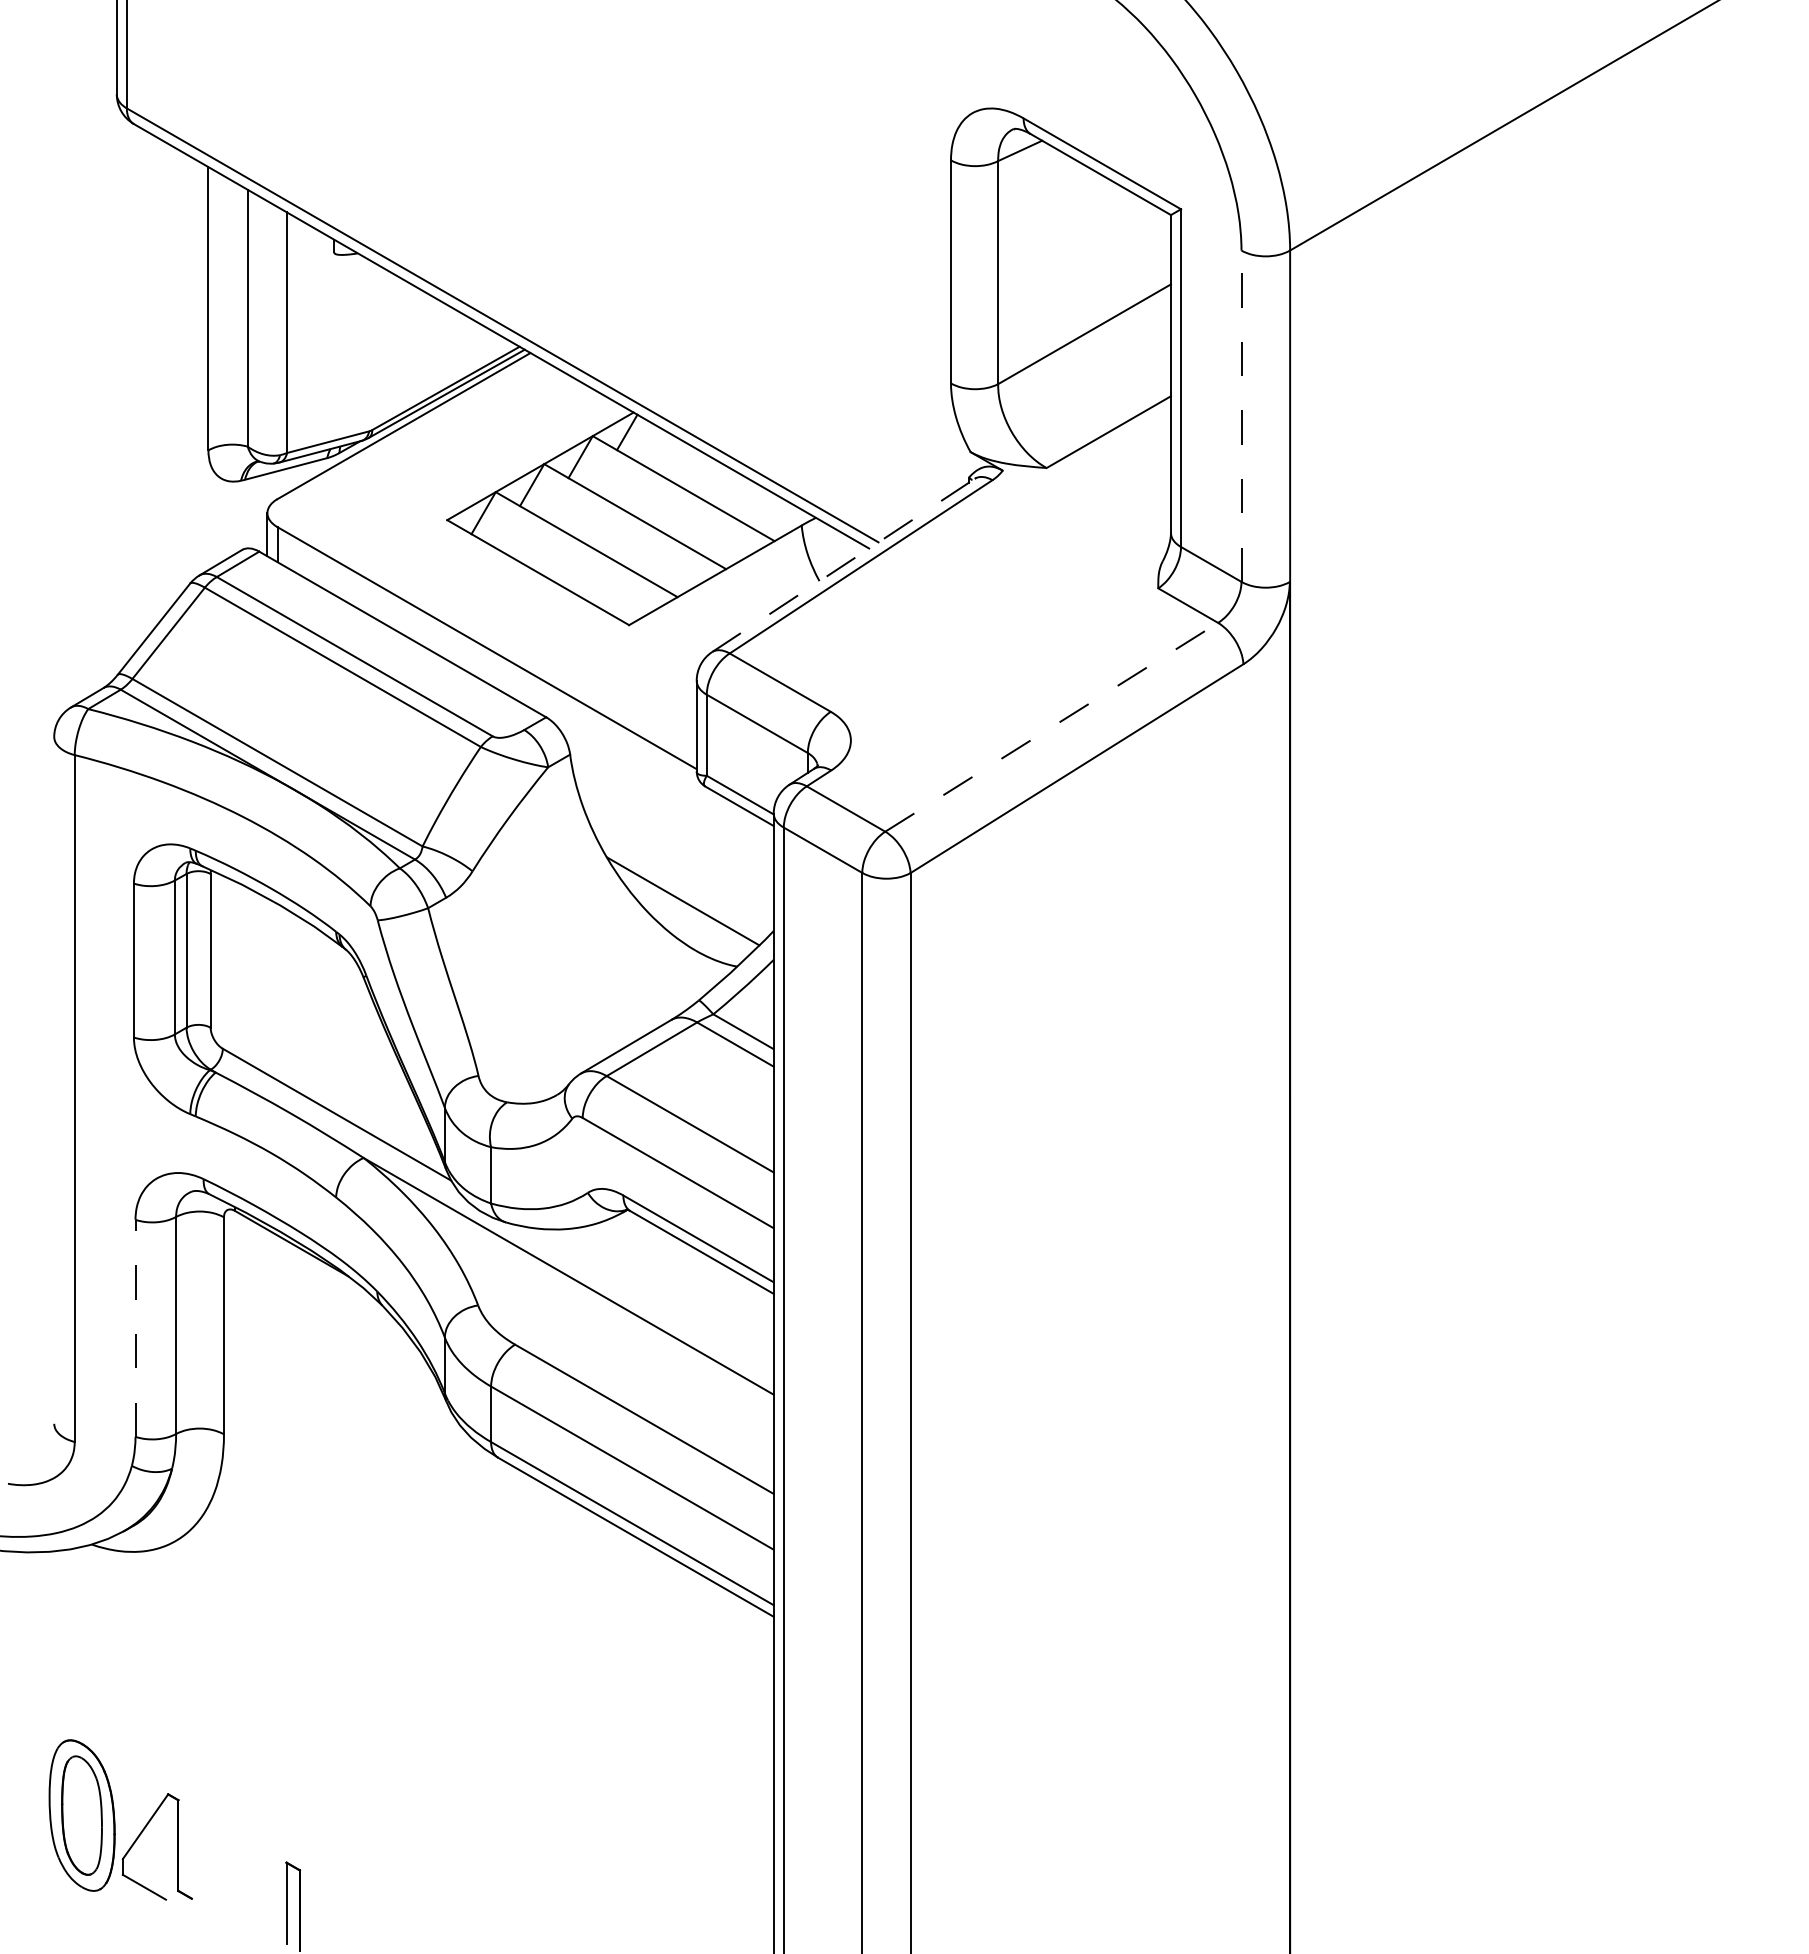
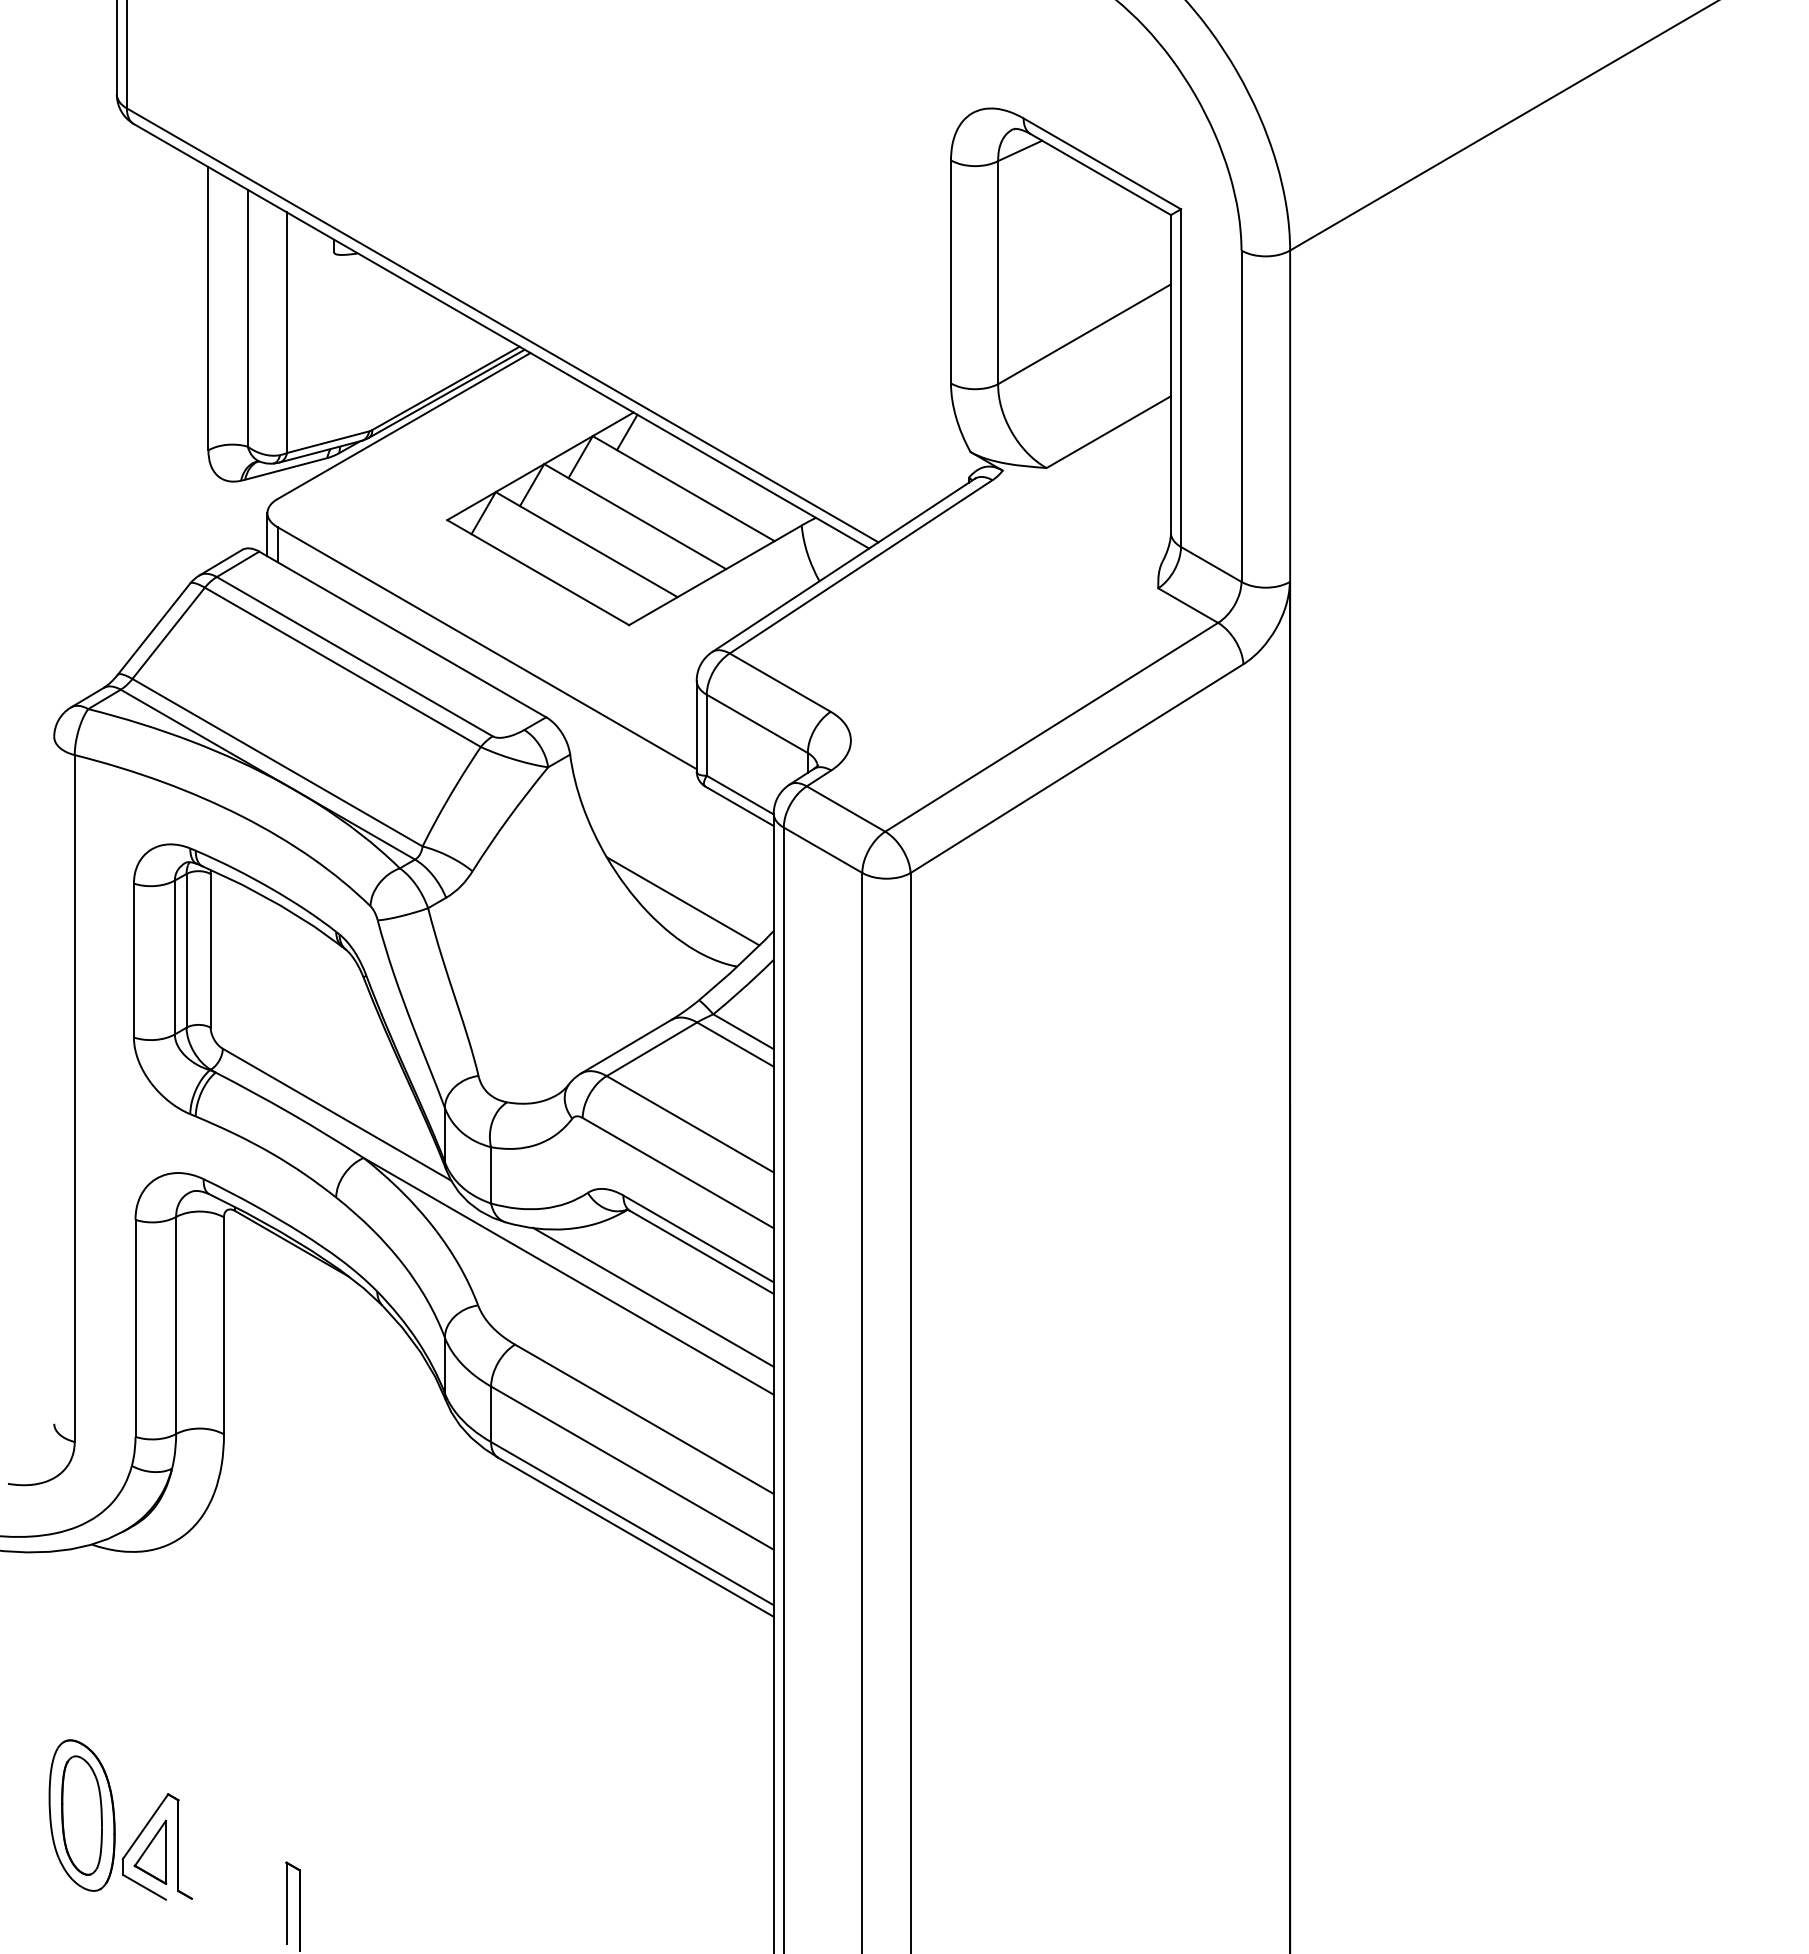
line at (1241, 416): dashed -> solid
line at (843, 565): dashed -> solid
line at (1052, 727): dashed -> solid
line at (652, 1296): none -> present
line at (135, 1328): dashed -> solid
part at (150, 1851): none -> present
